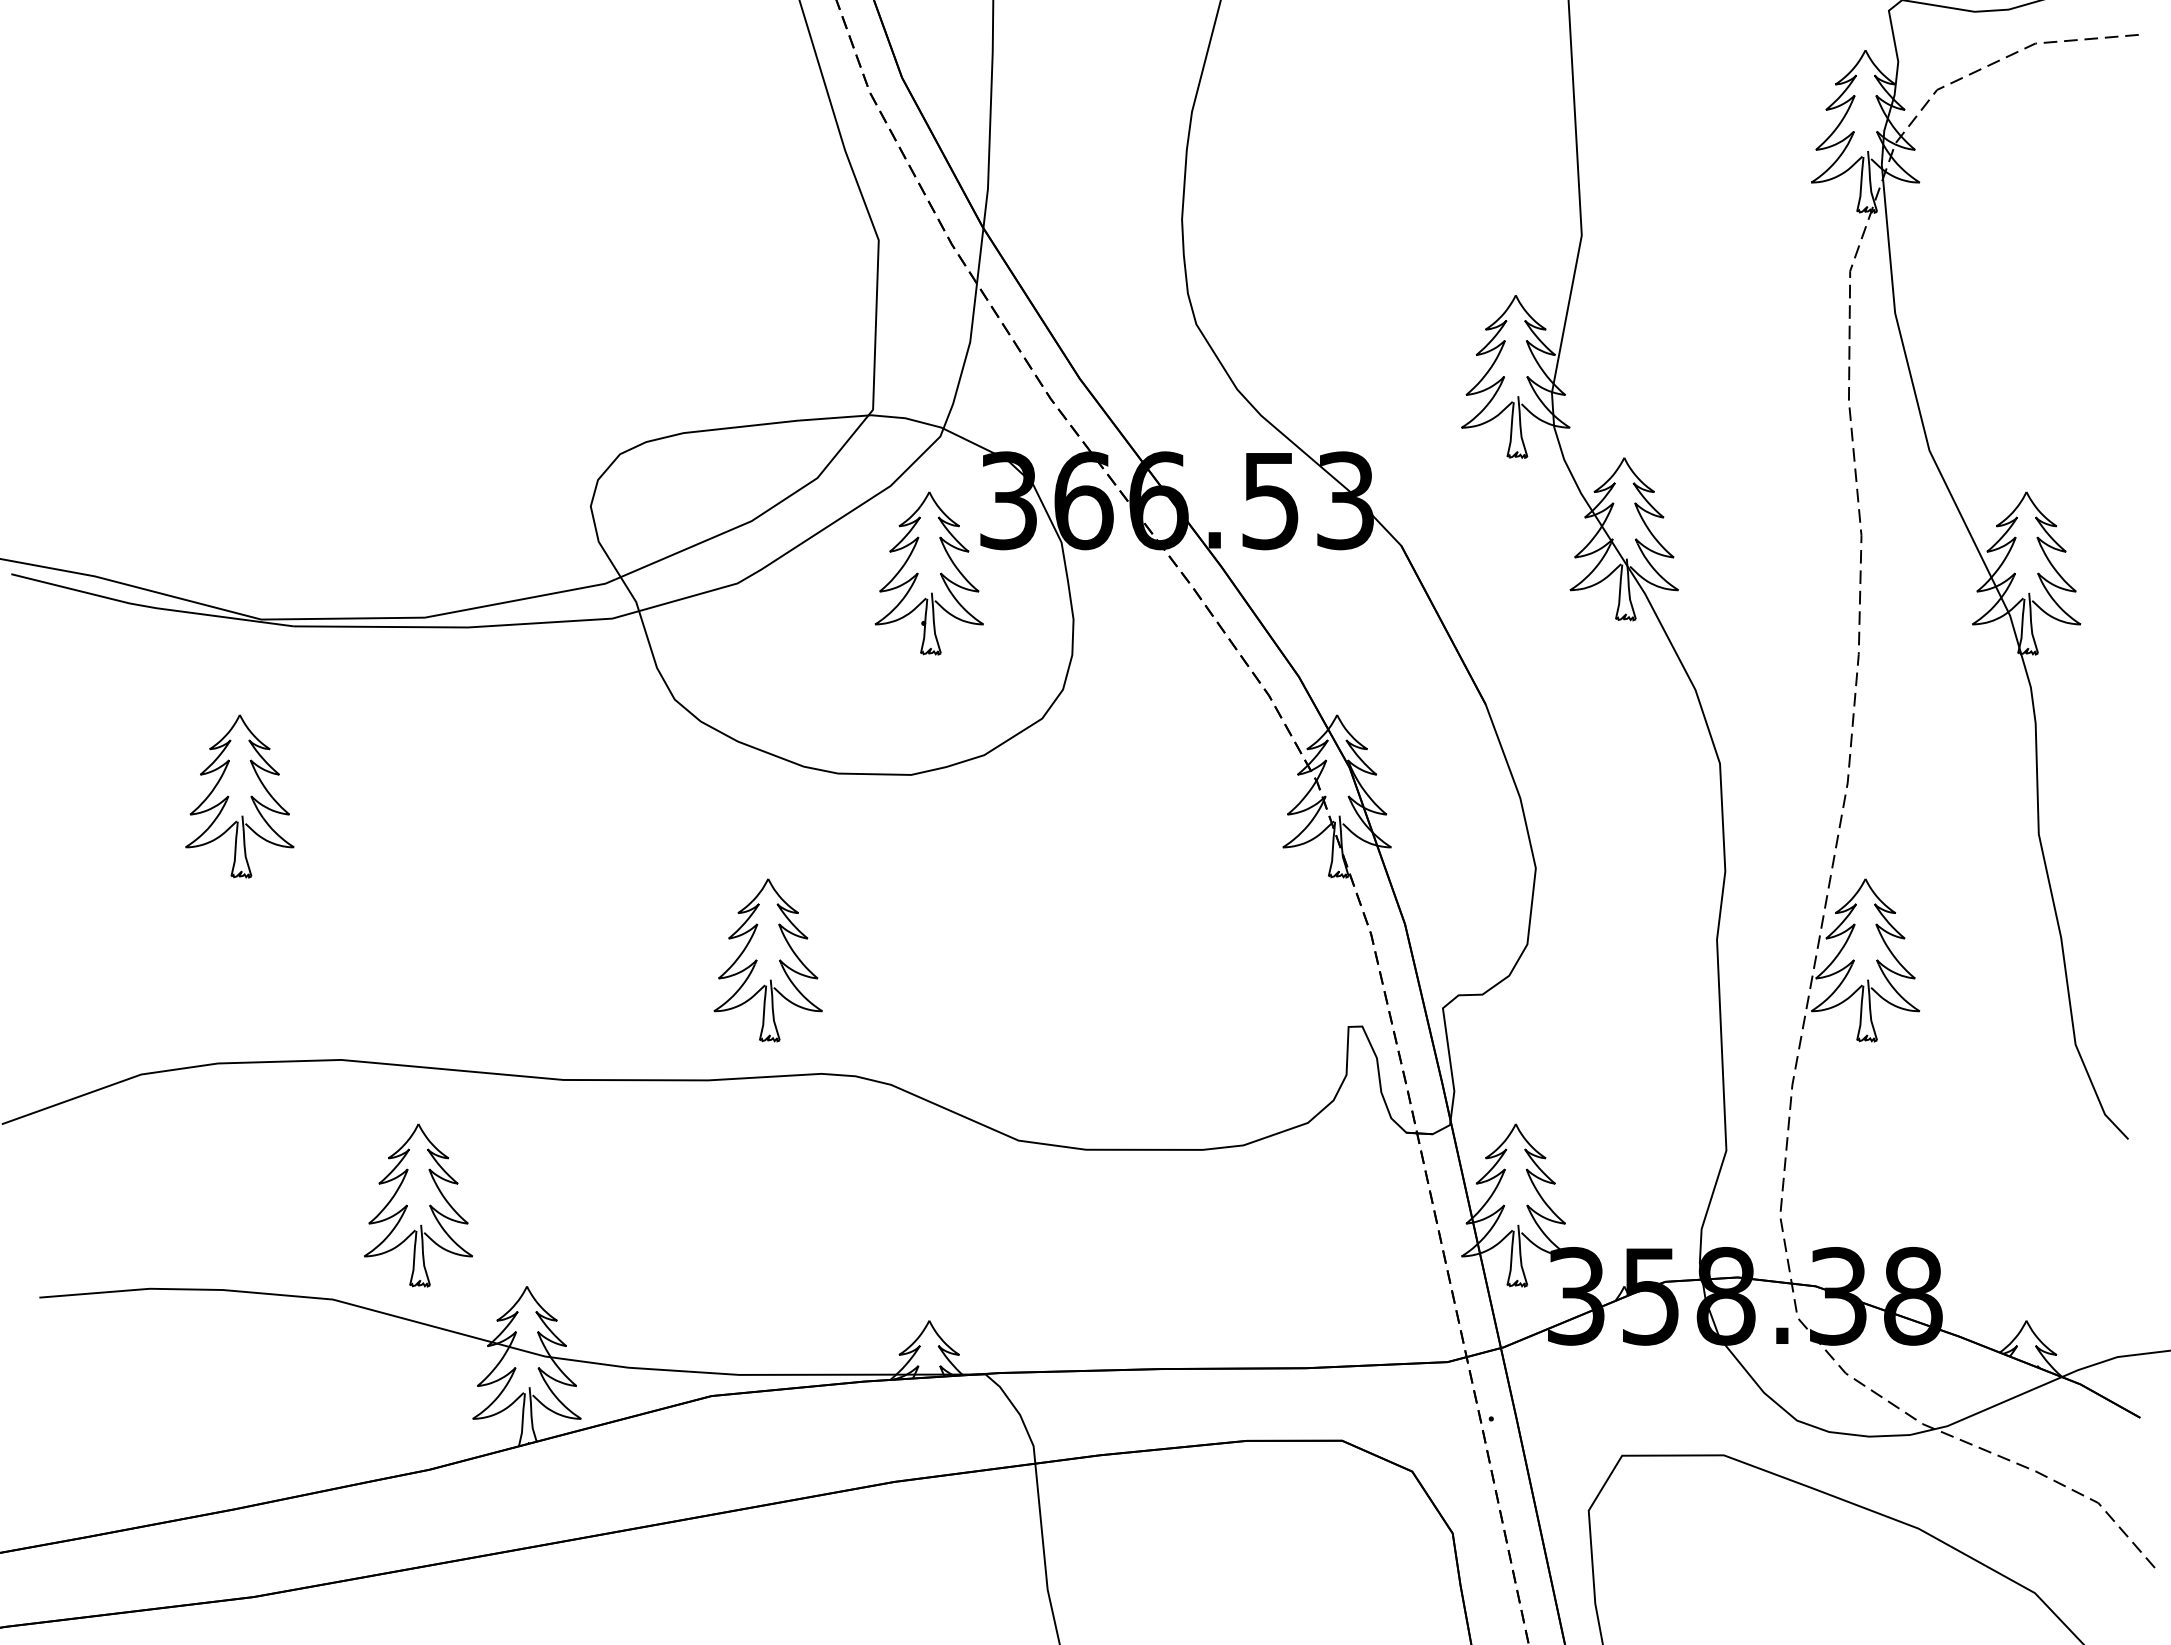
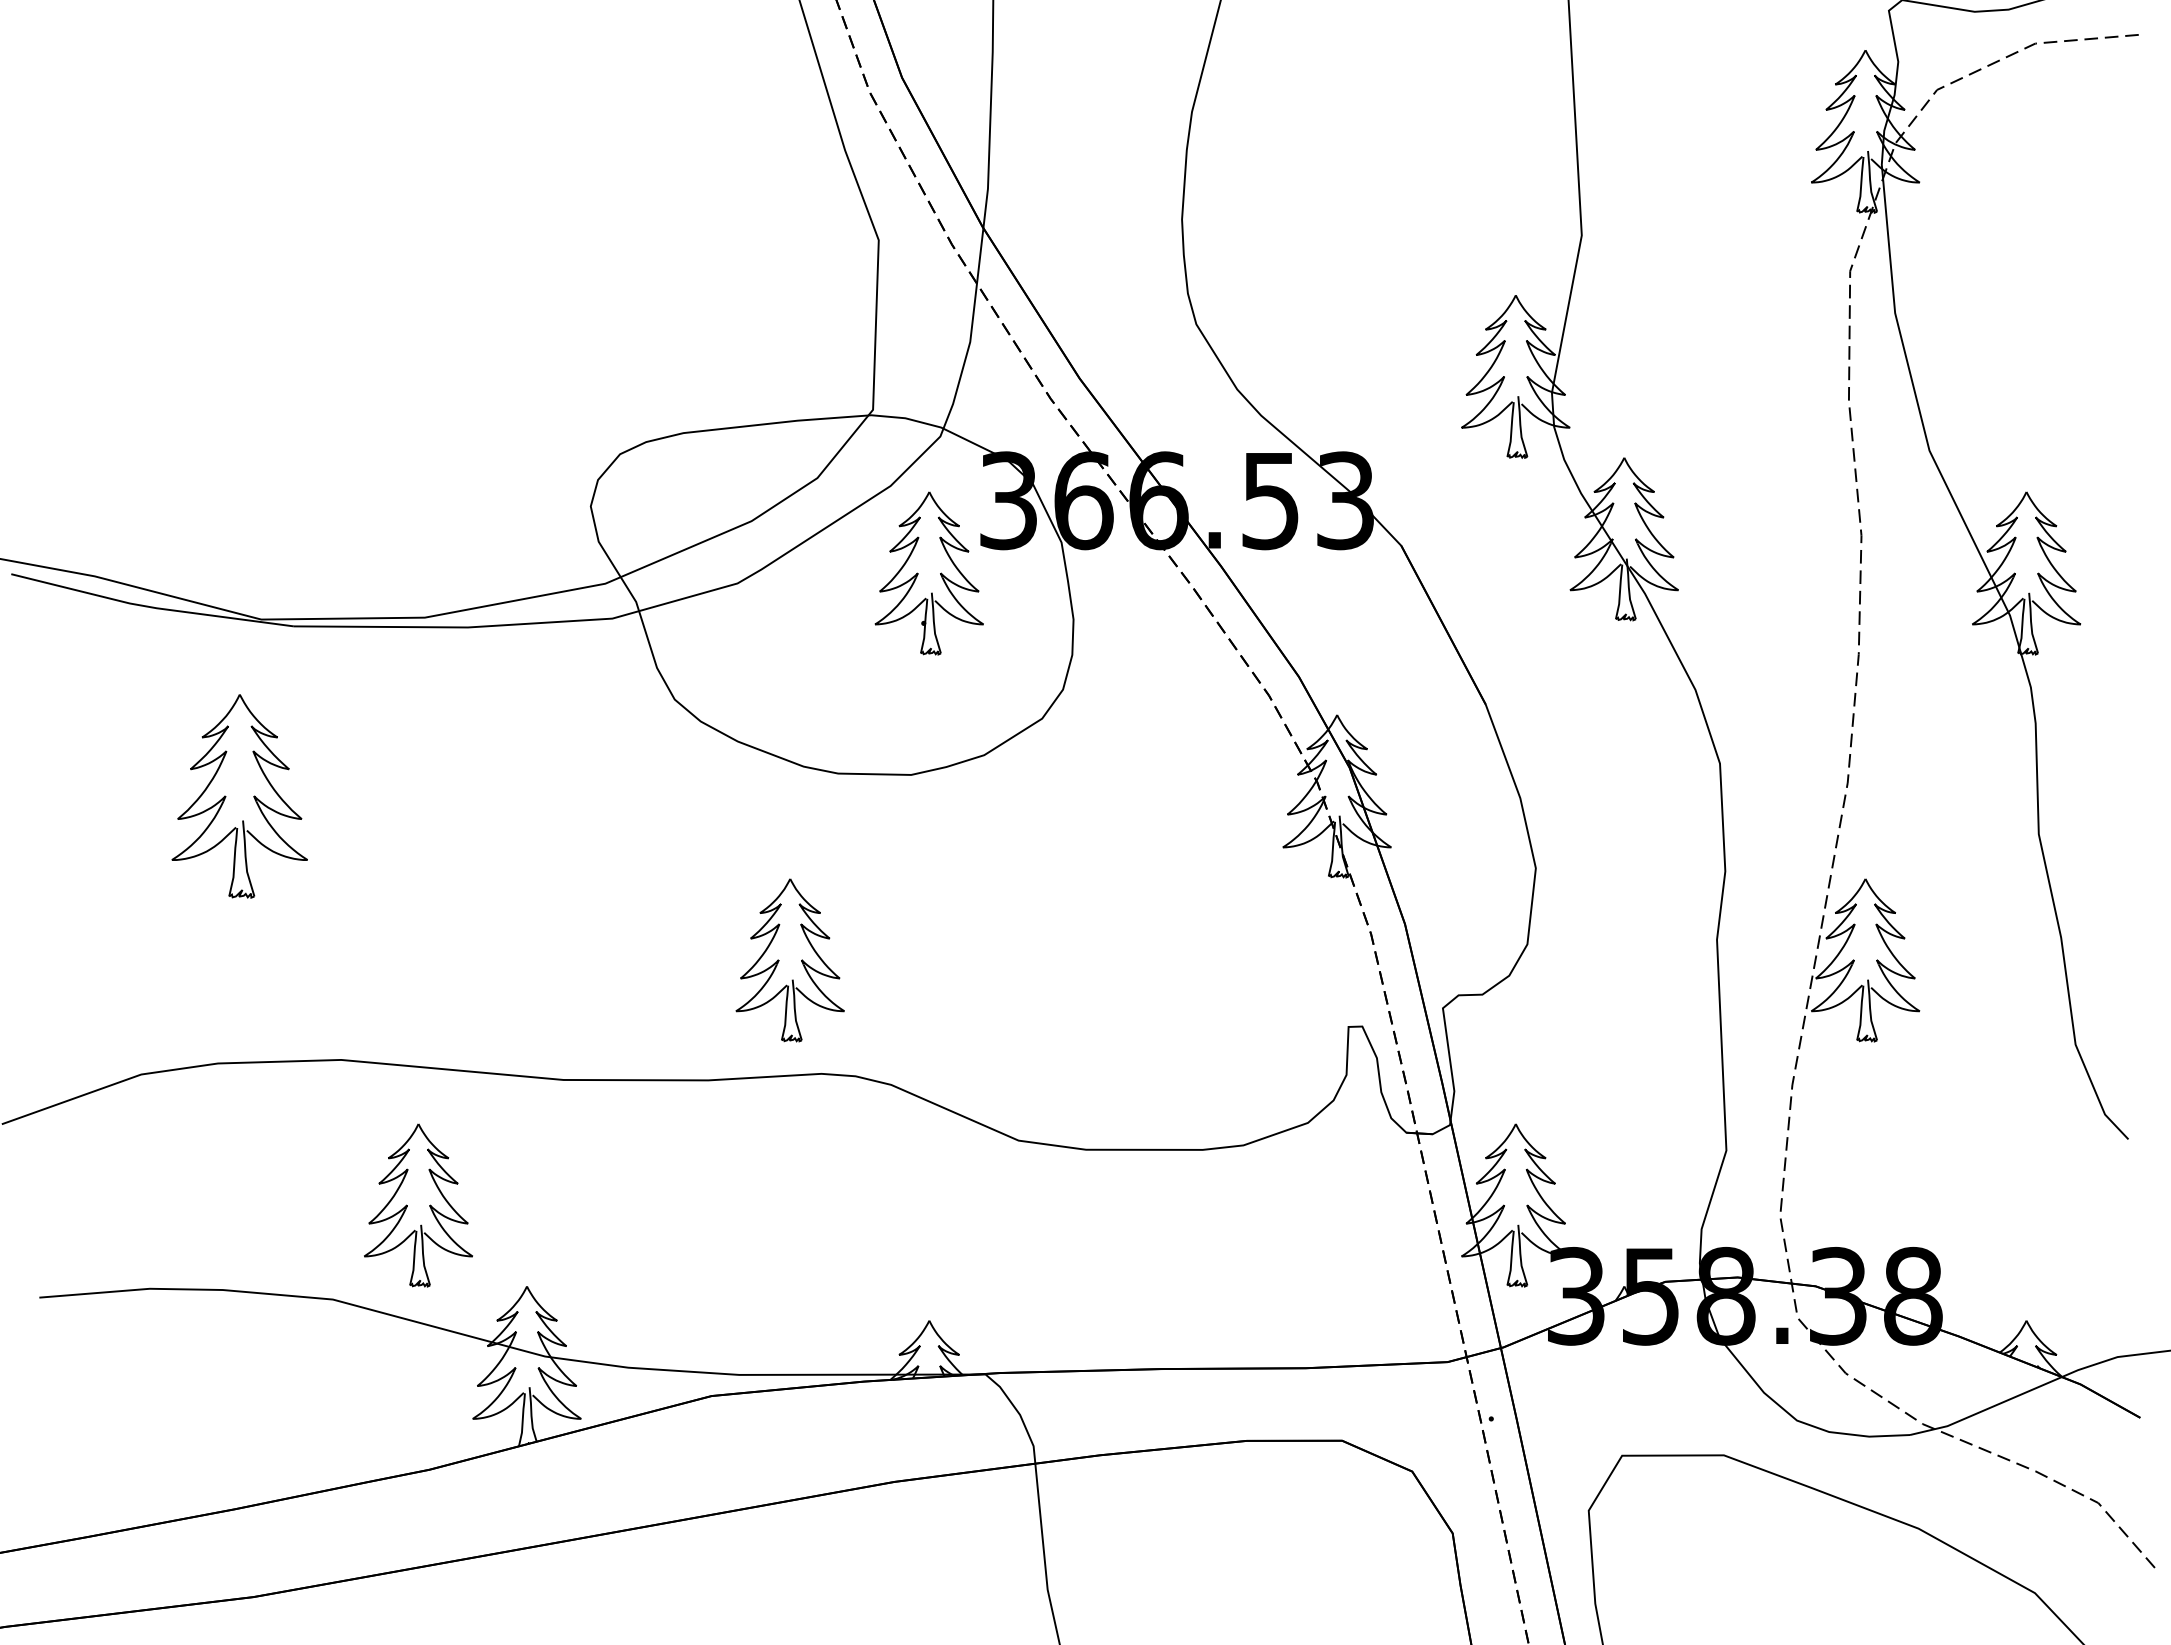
part at (239, 796) size: 110x165 px -> 137x205 px
part at (767, 960) position: (767, 960) -> (789, 960)
